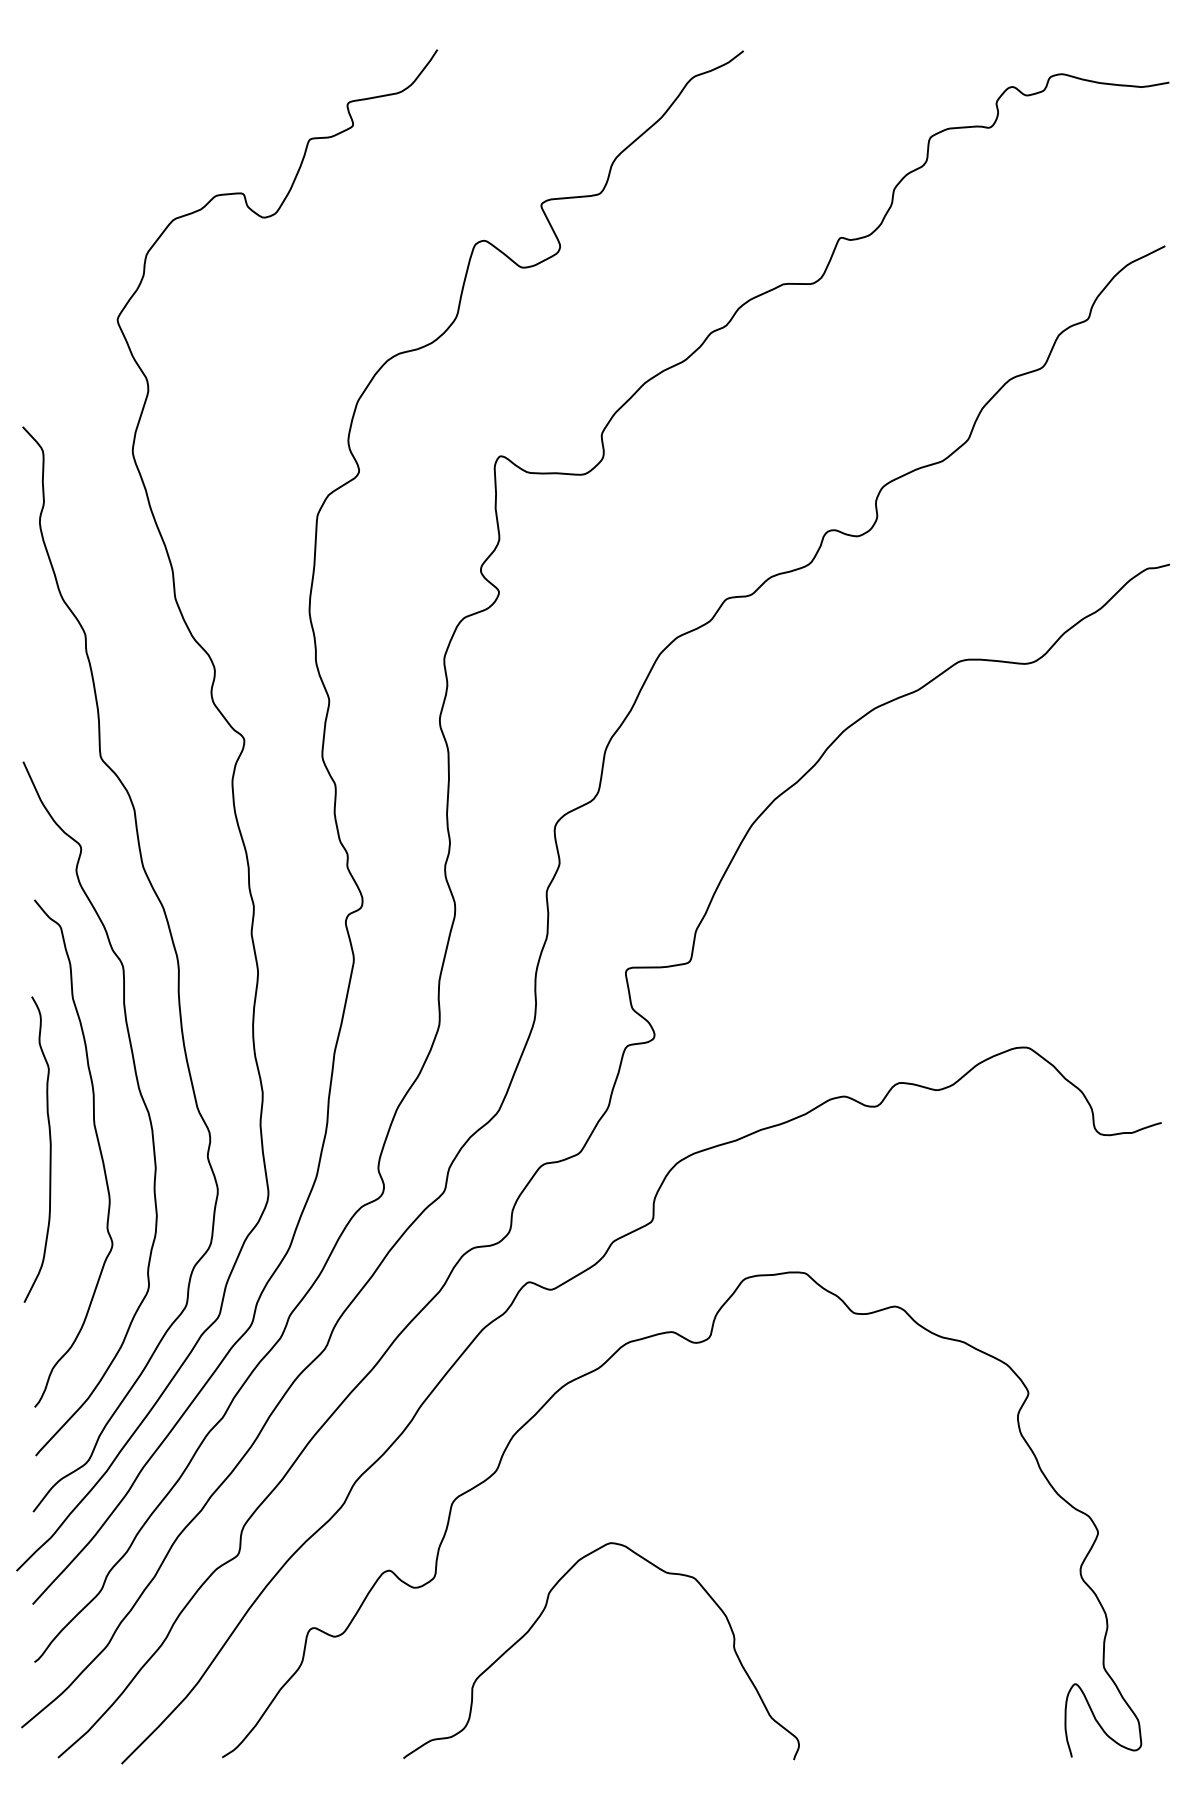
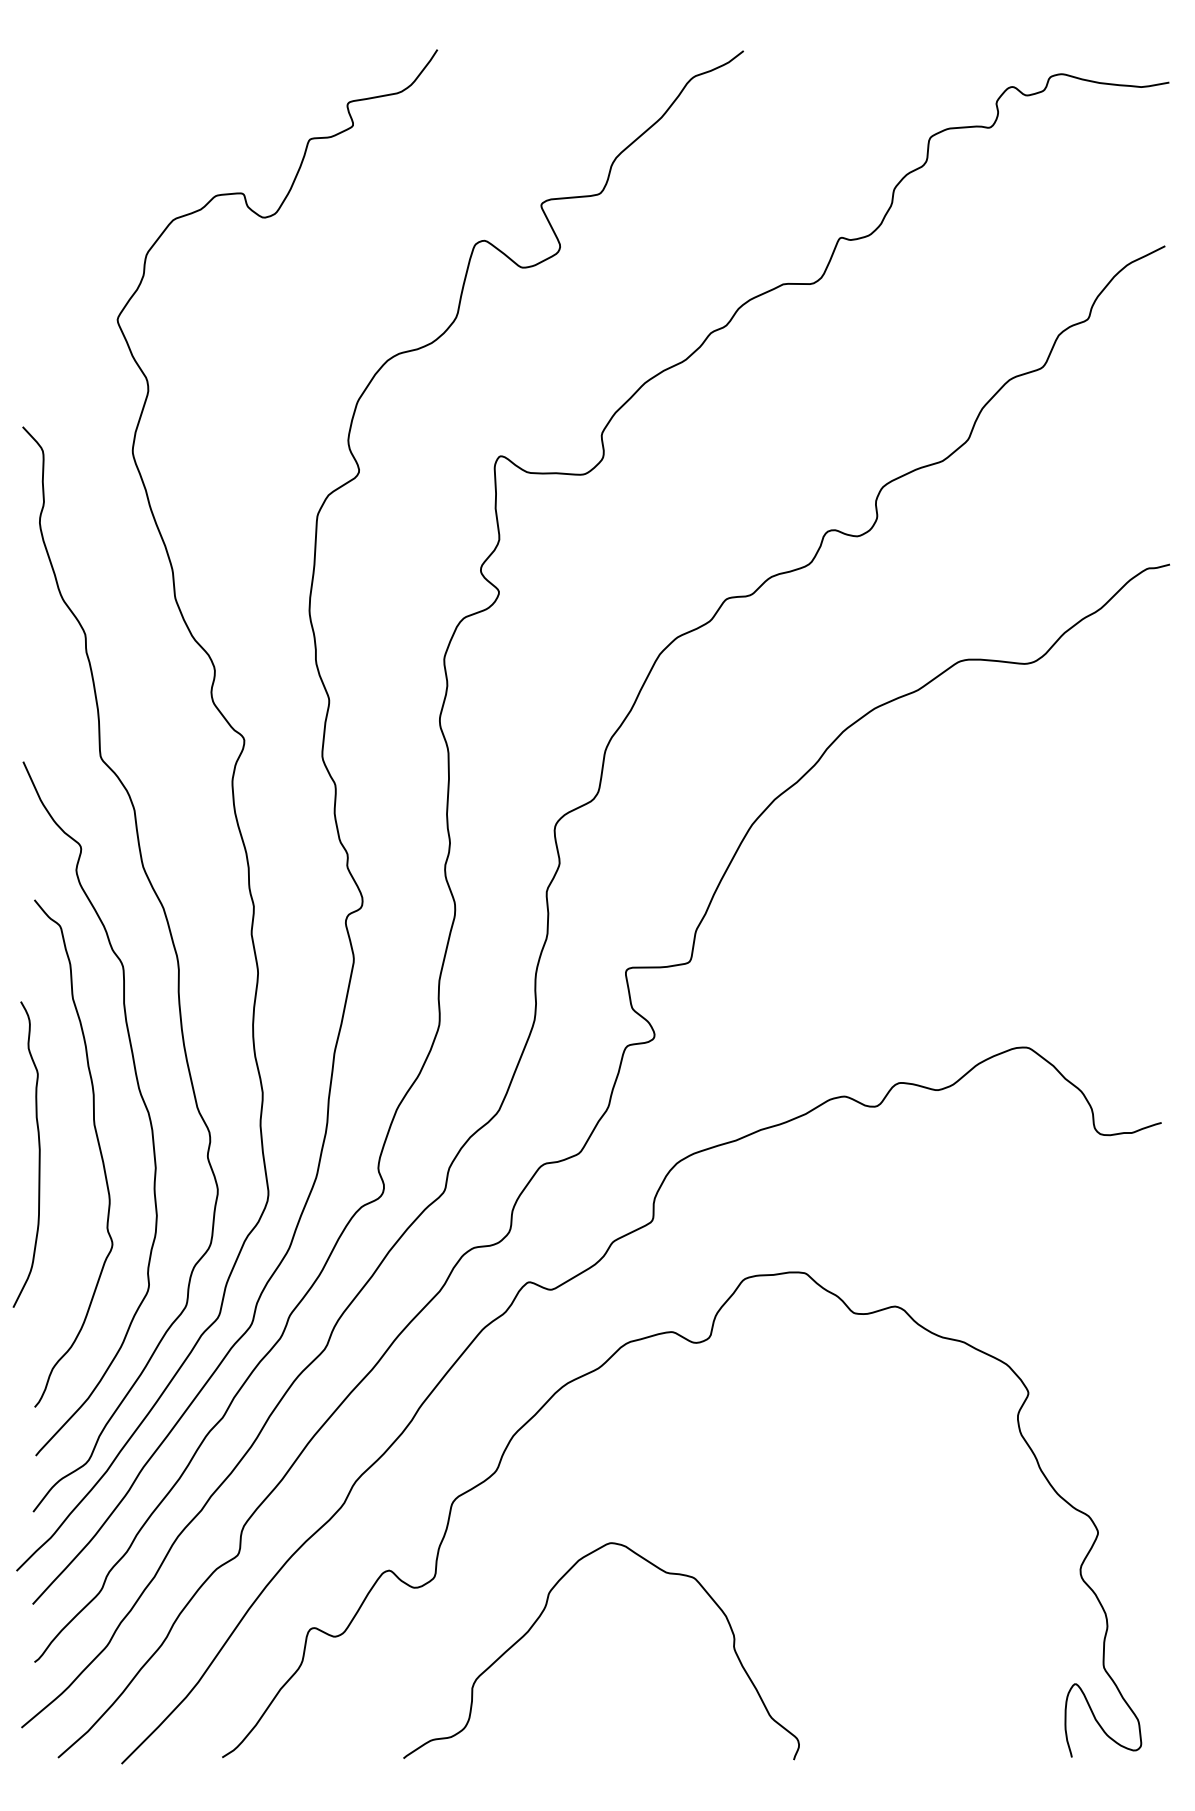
curve at (49, 1149) position: (49, 1149) -> (38, 1154)
